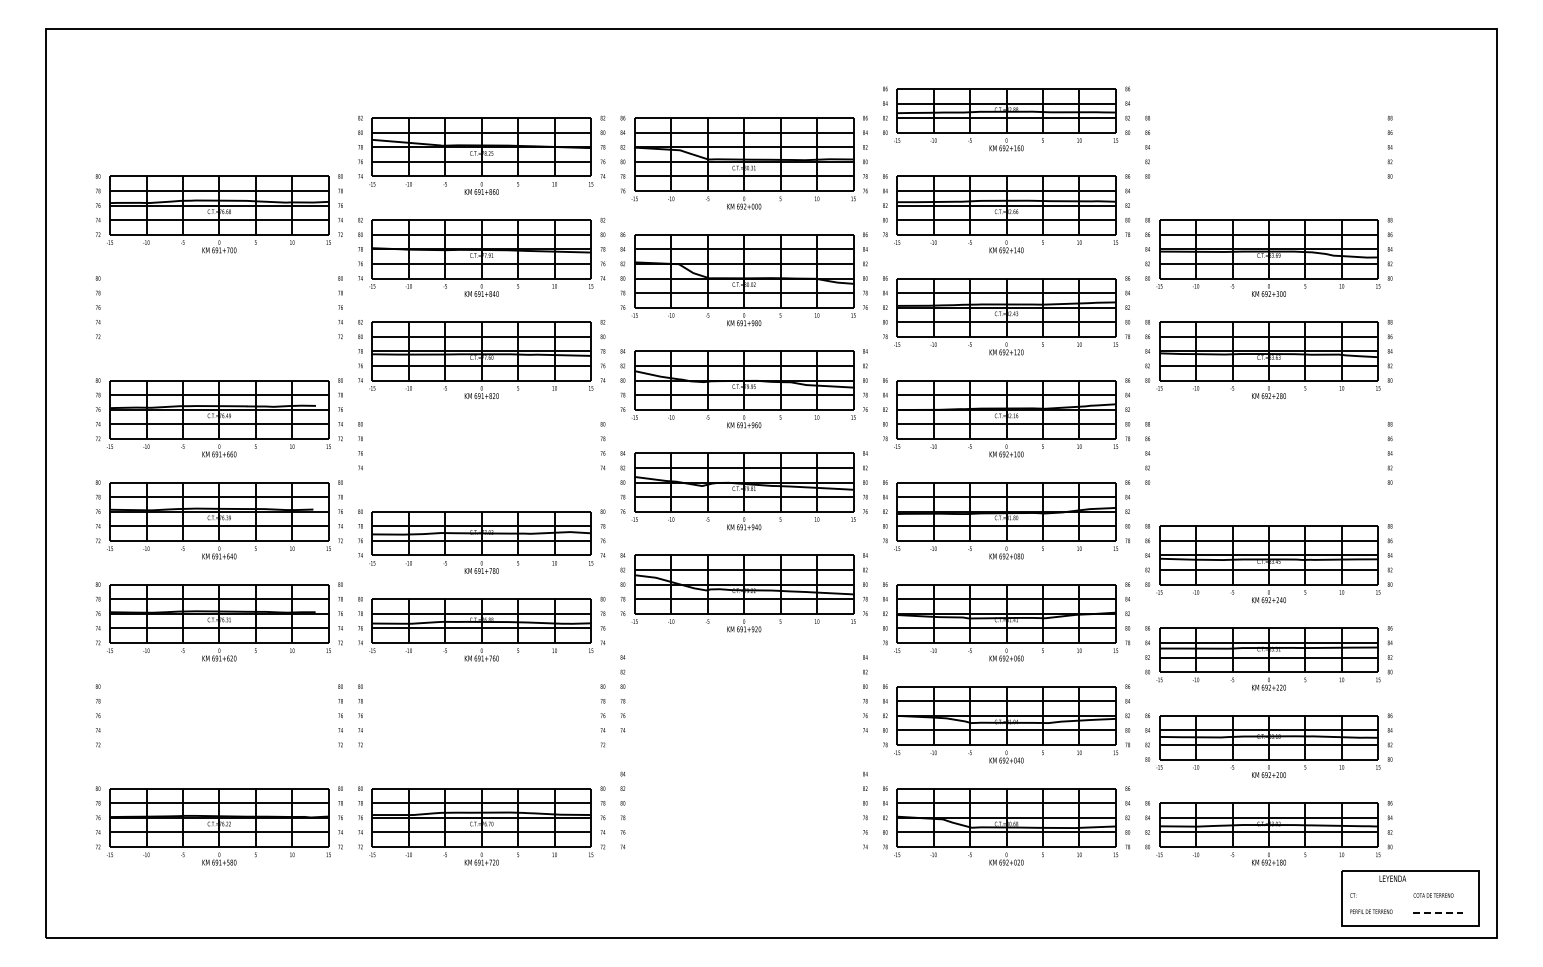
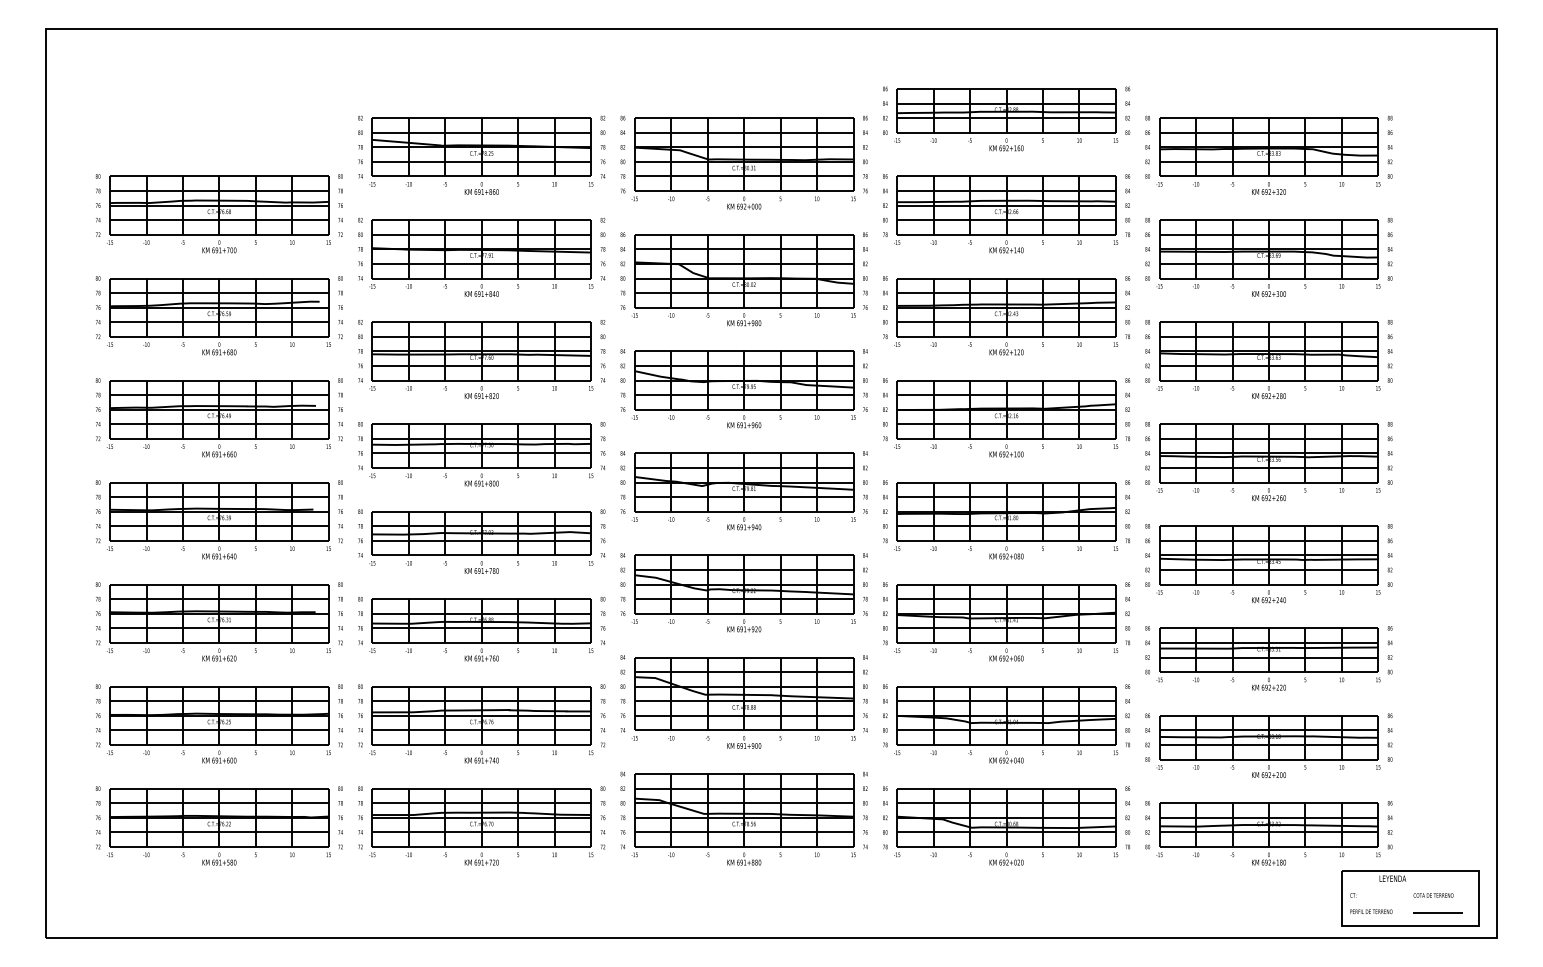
part at (1268, 155): none -> present
part at (218, 316): none -> present
part at (481, 454): none -> present
part at (1268, 462): none -> present
part at (743, 702): none -> present
part at (218, 724): none -> present
part at (481, 724): none -> present
part at (743, 819): none -> present
line at (1437, 912): dashed -> solid
